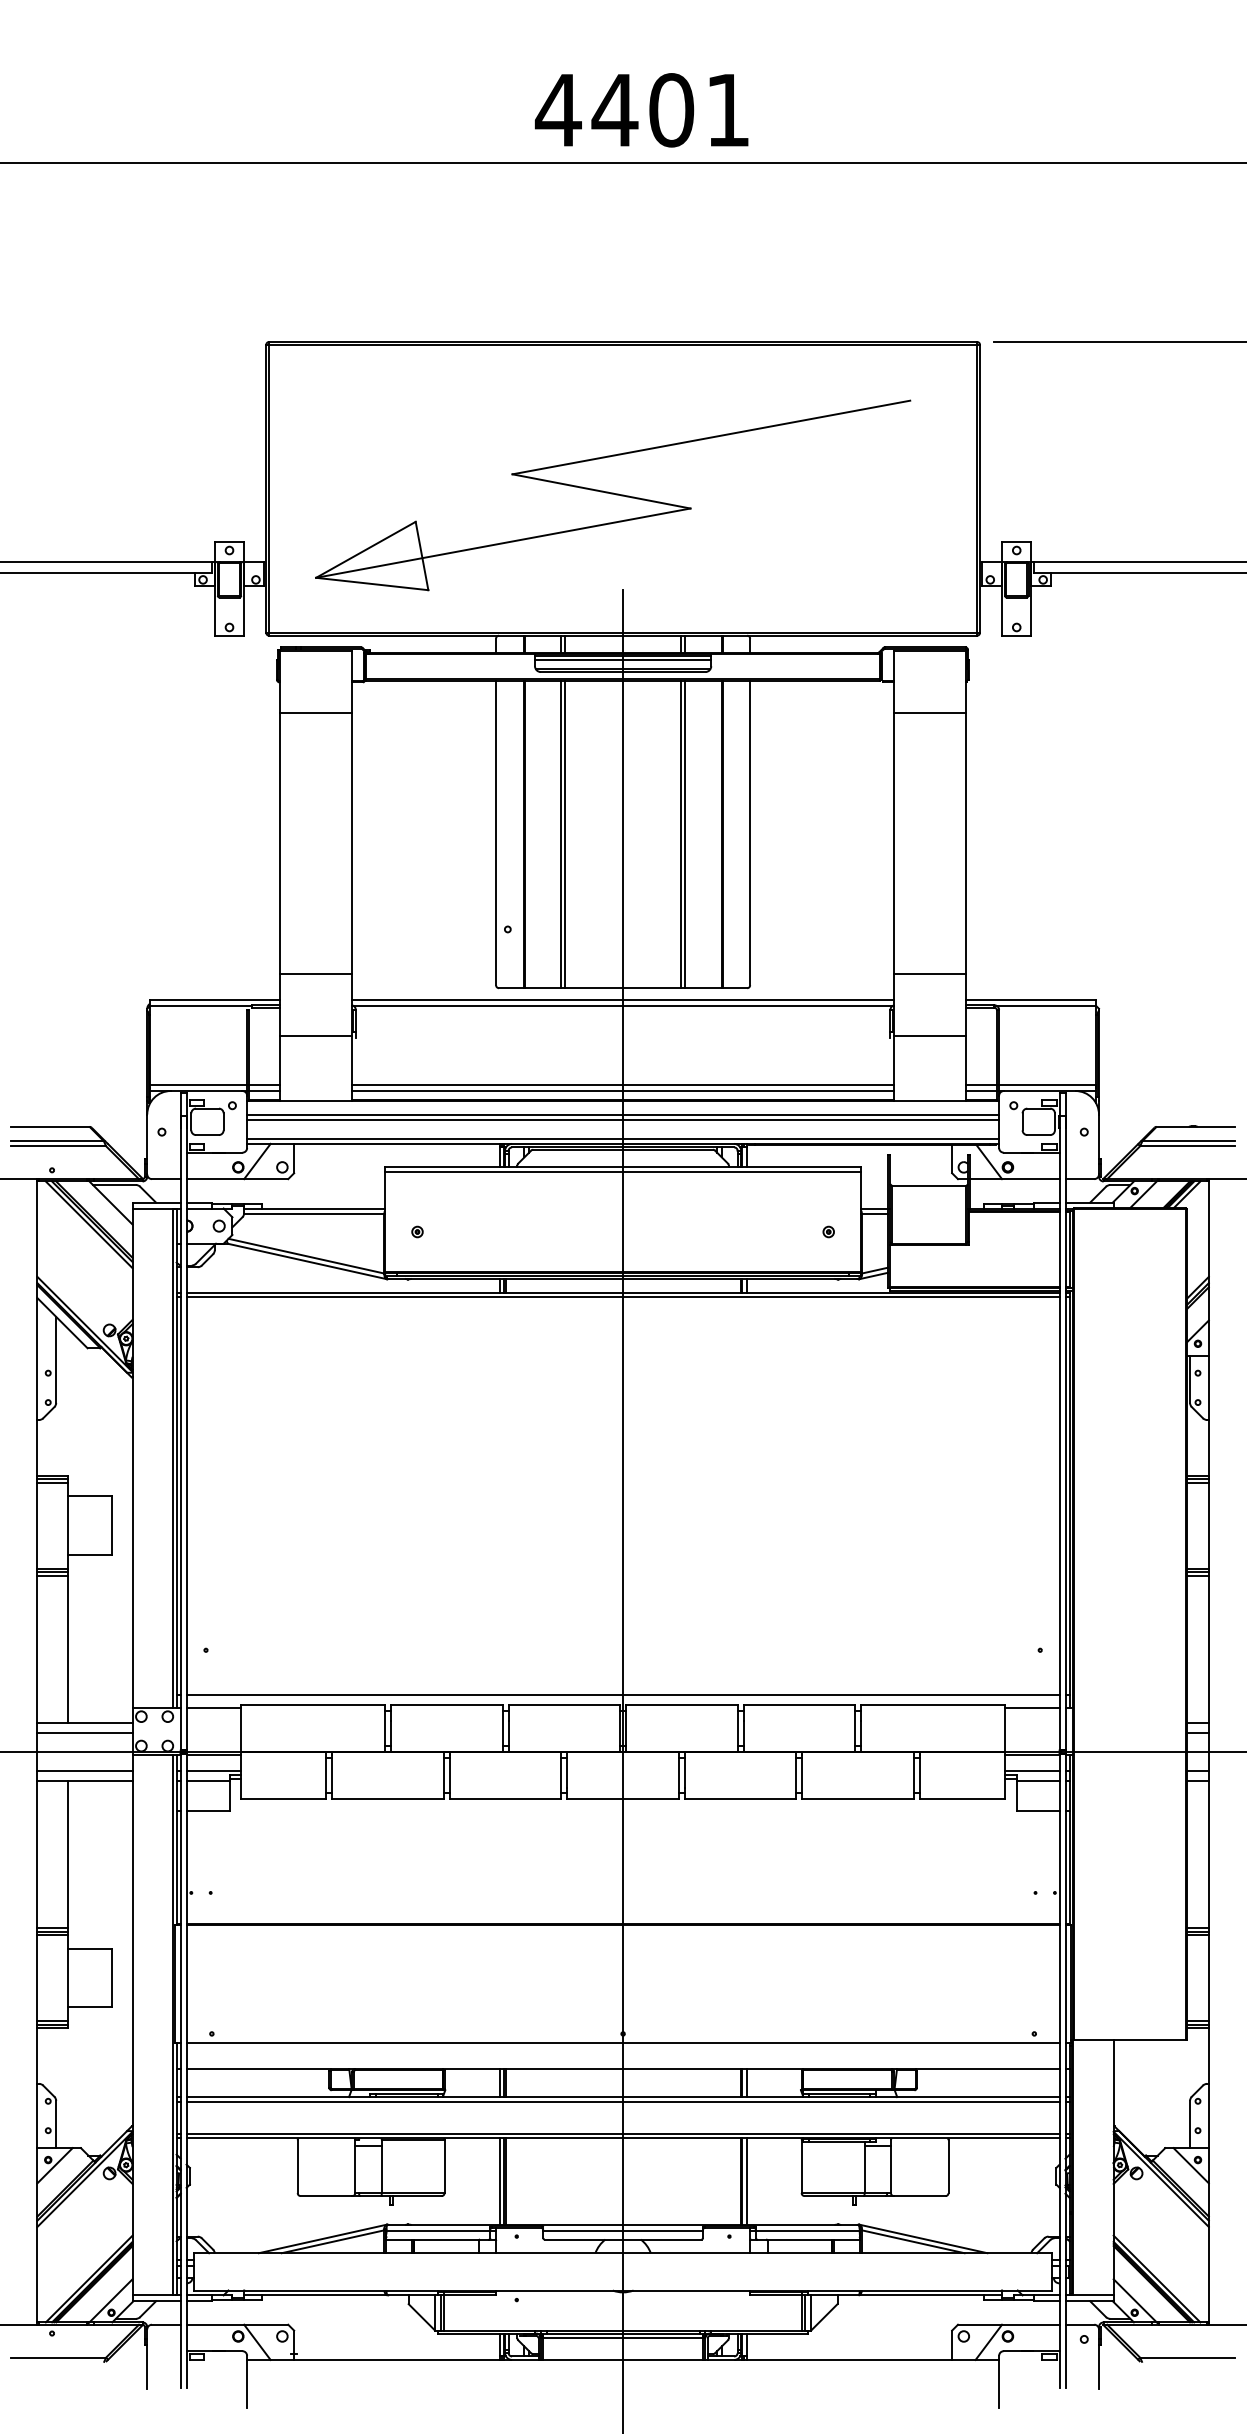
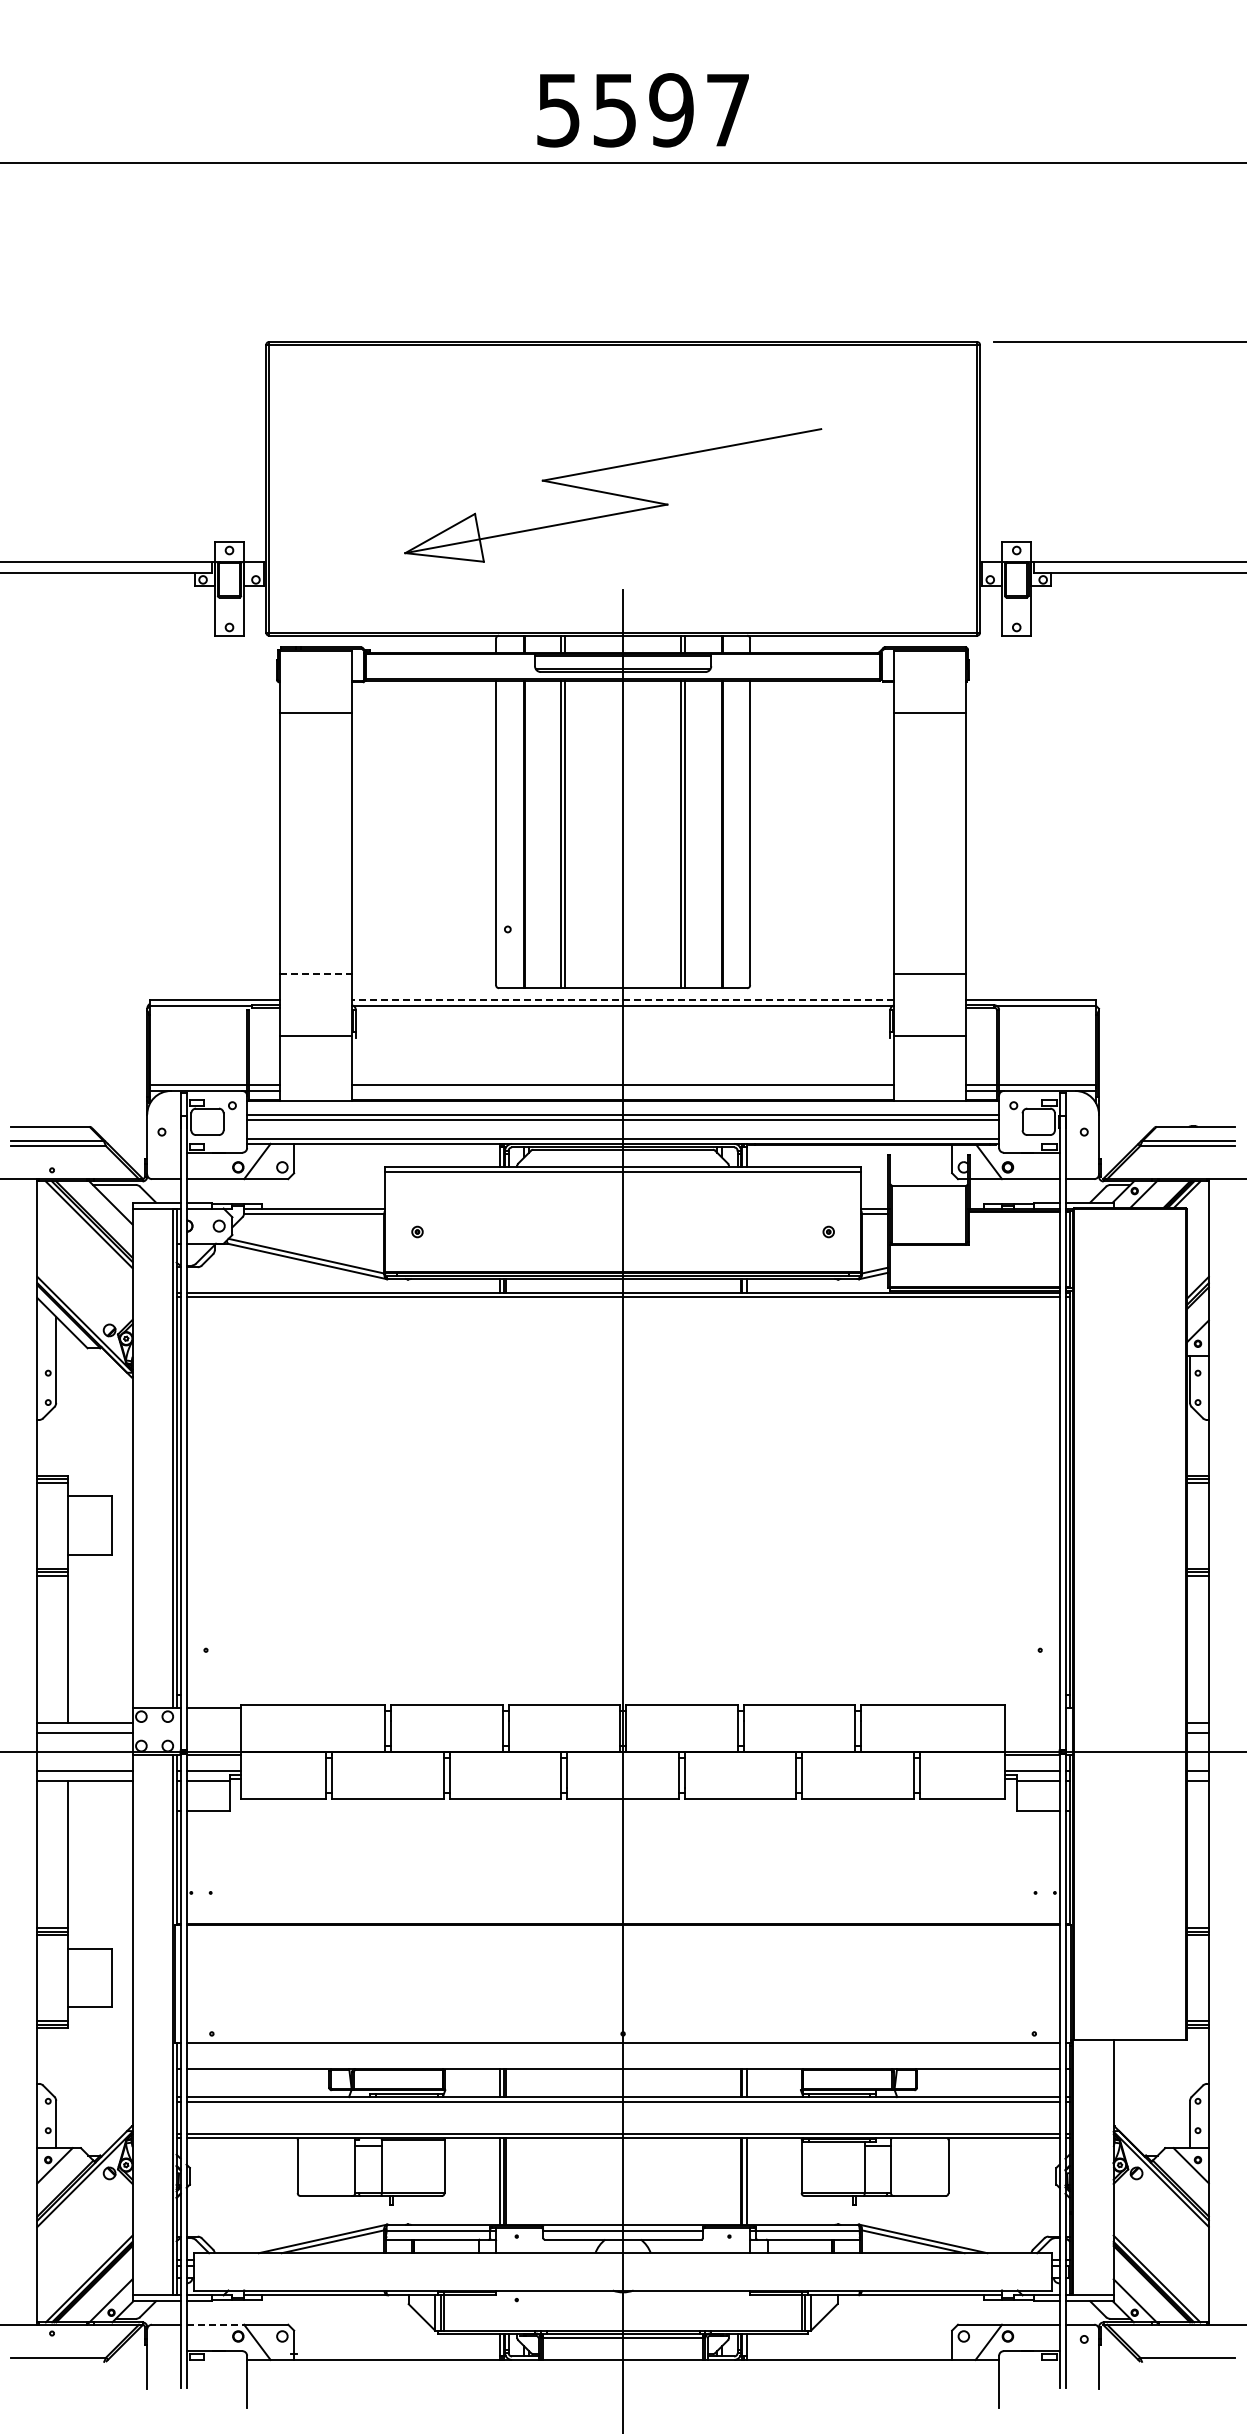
text at (641, 110): 4401 -> 5597
part at (613, 495) size: 597x193 px -> 419x135 px
line at (623, 660): present -> none
line at (316, 974): solid -> dashed
line at (622, 999): solid -> dashed
line at (623, 1091): present -> none
line at (622, 1694): present -> none
line at (1031, 1707): present -> none
line at (215, 2324): solid -> dashed
